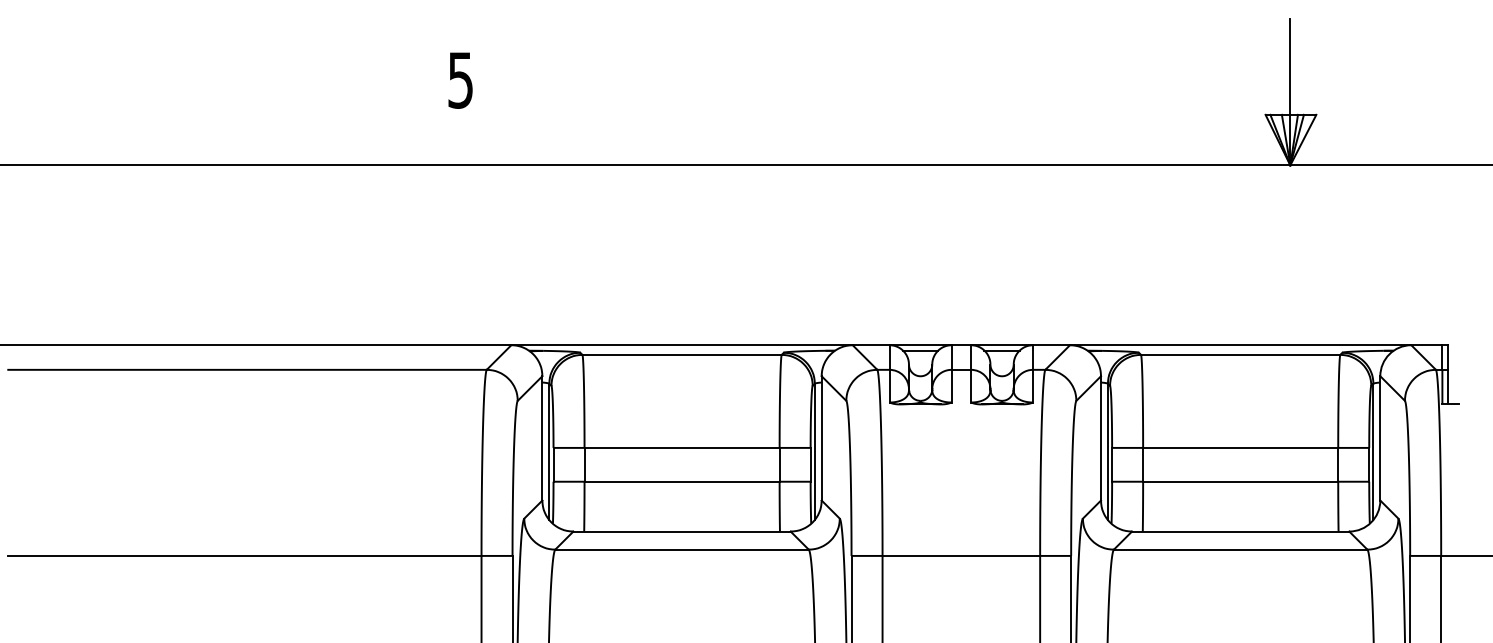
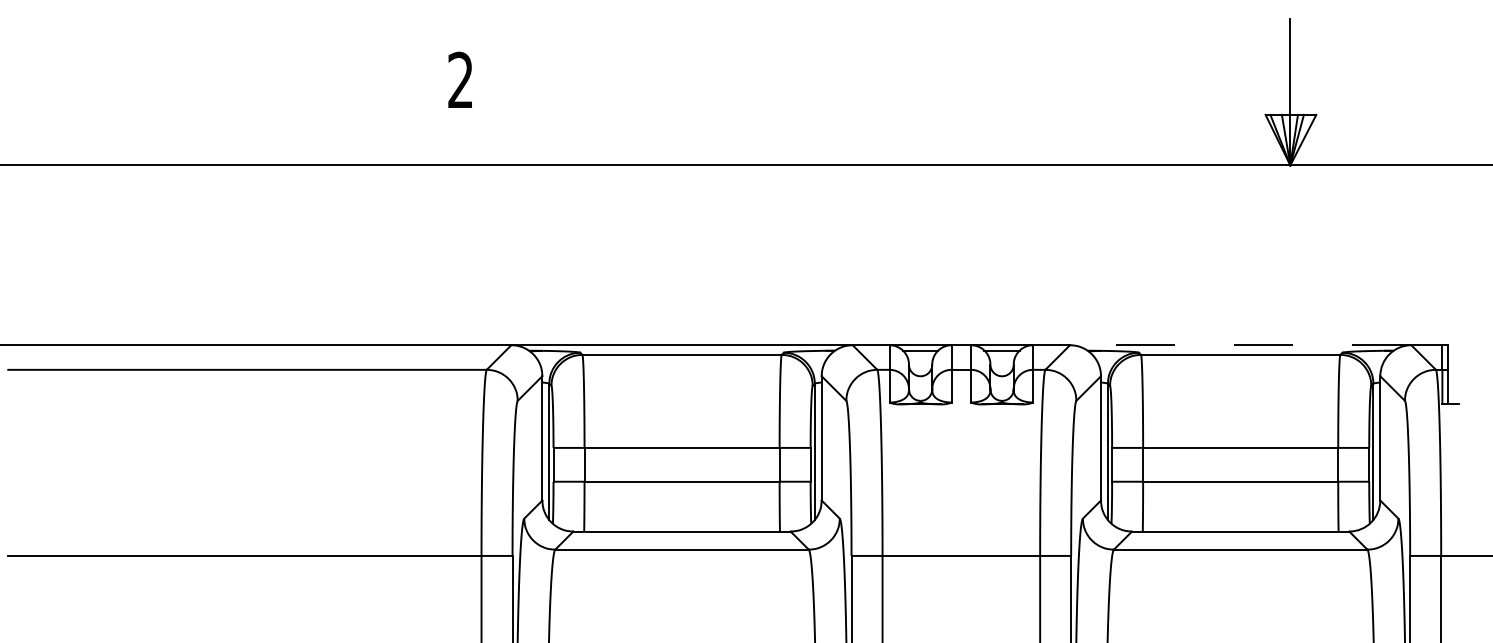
text at (460, 79): 5 -> 2
line at (1240, 345): solid -> dashed
